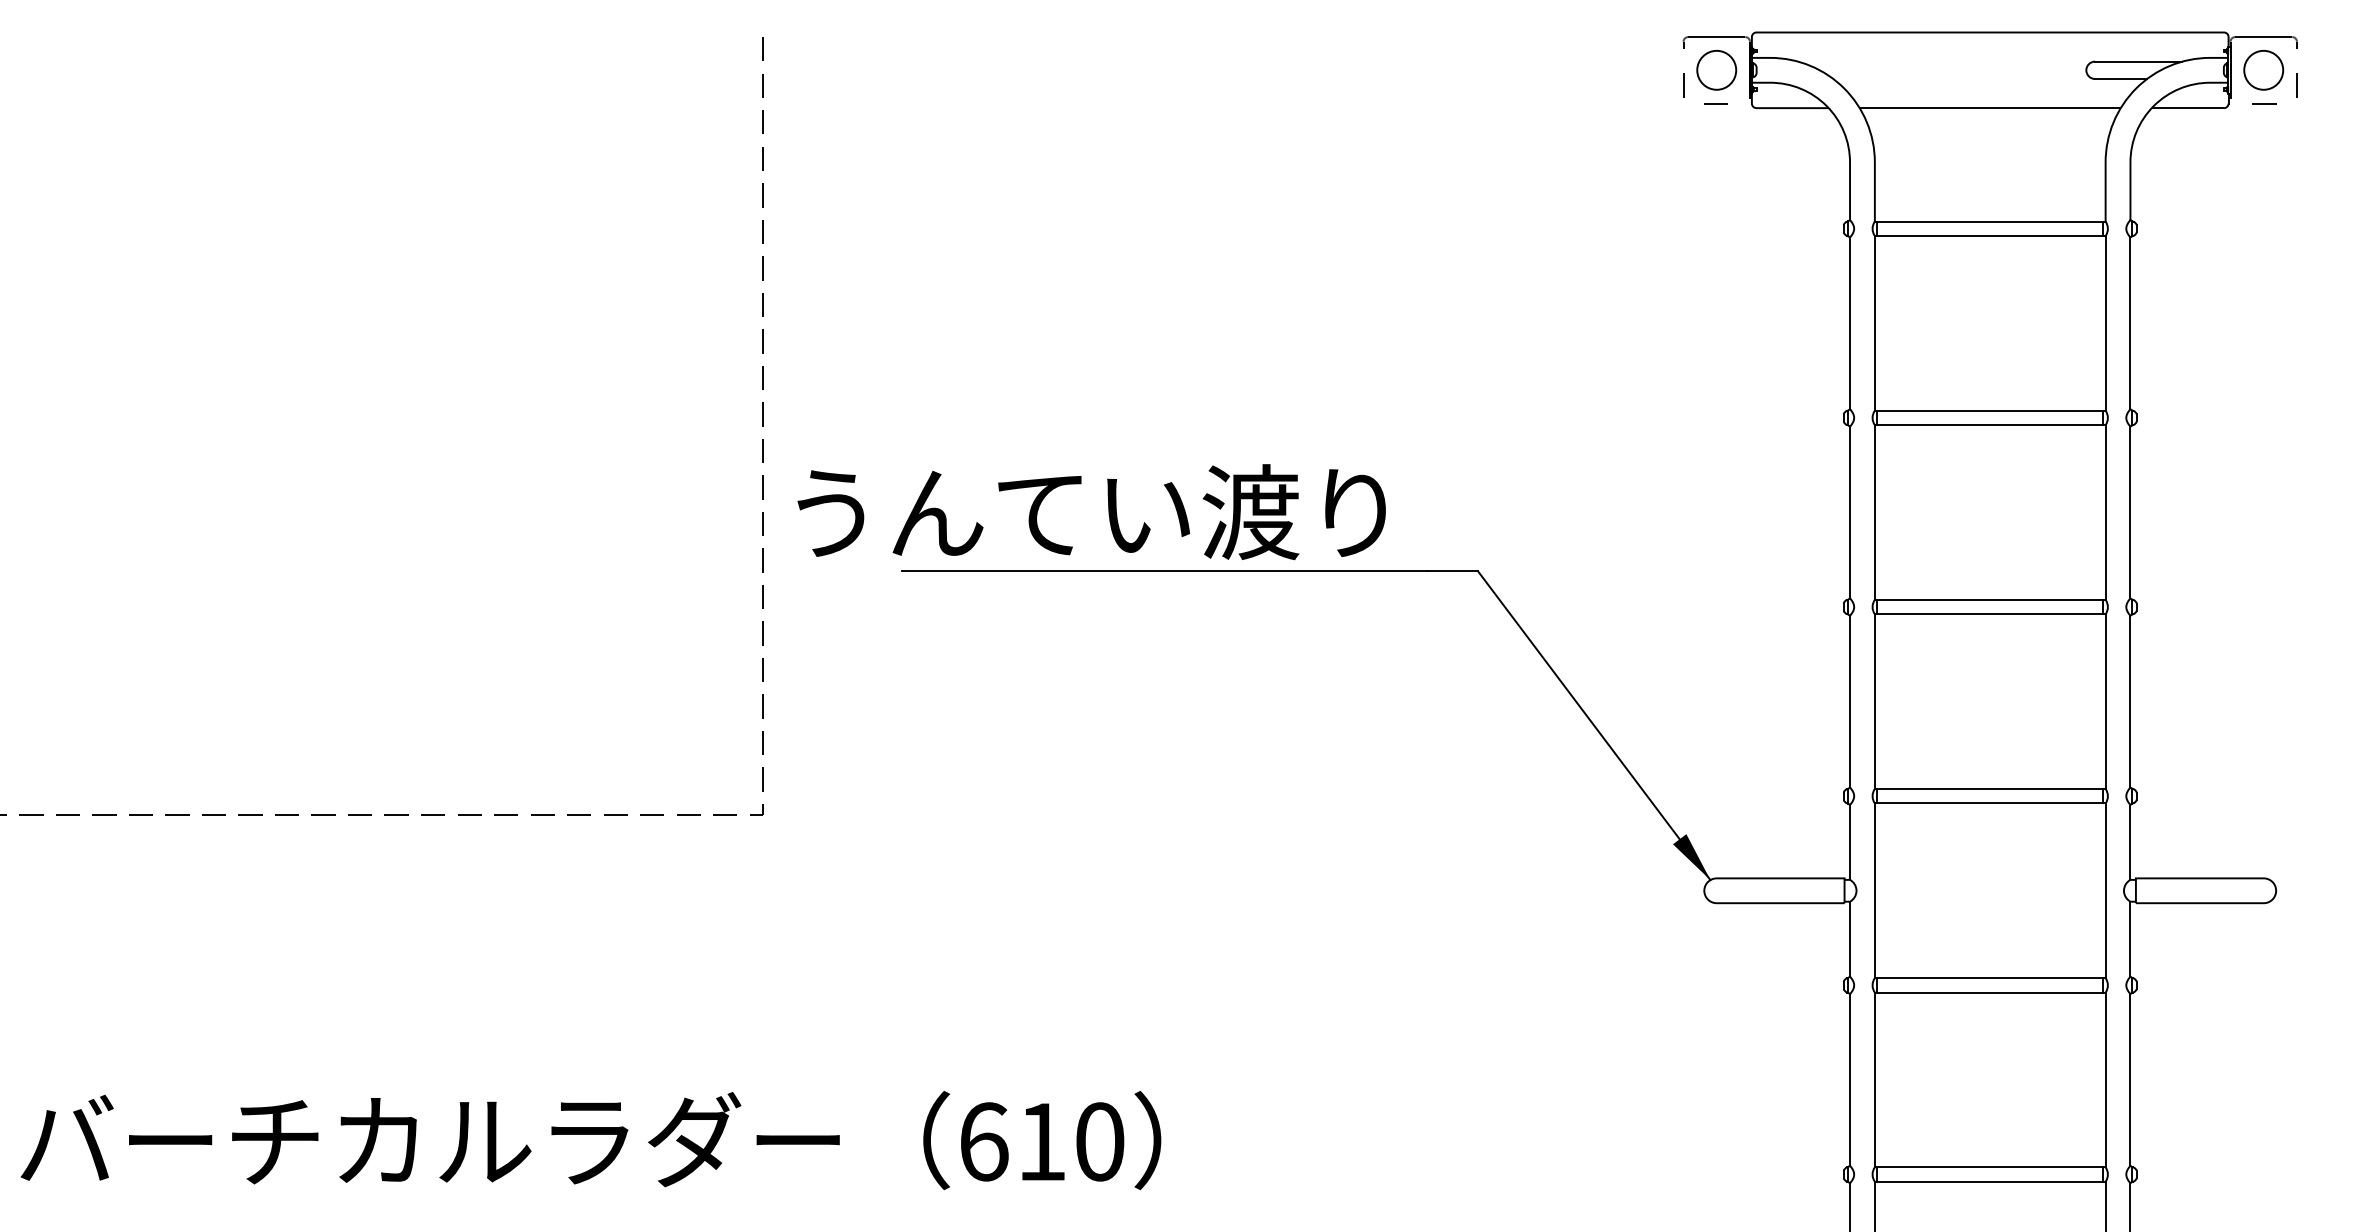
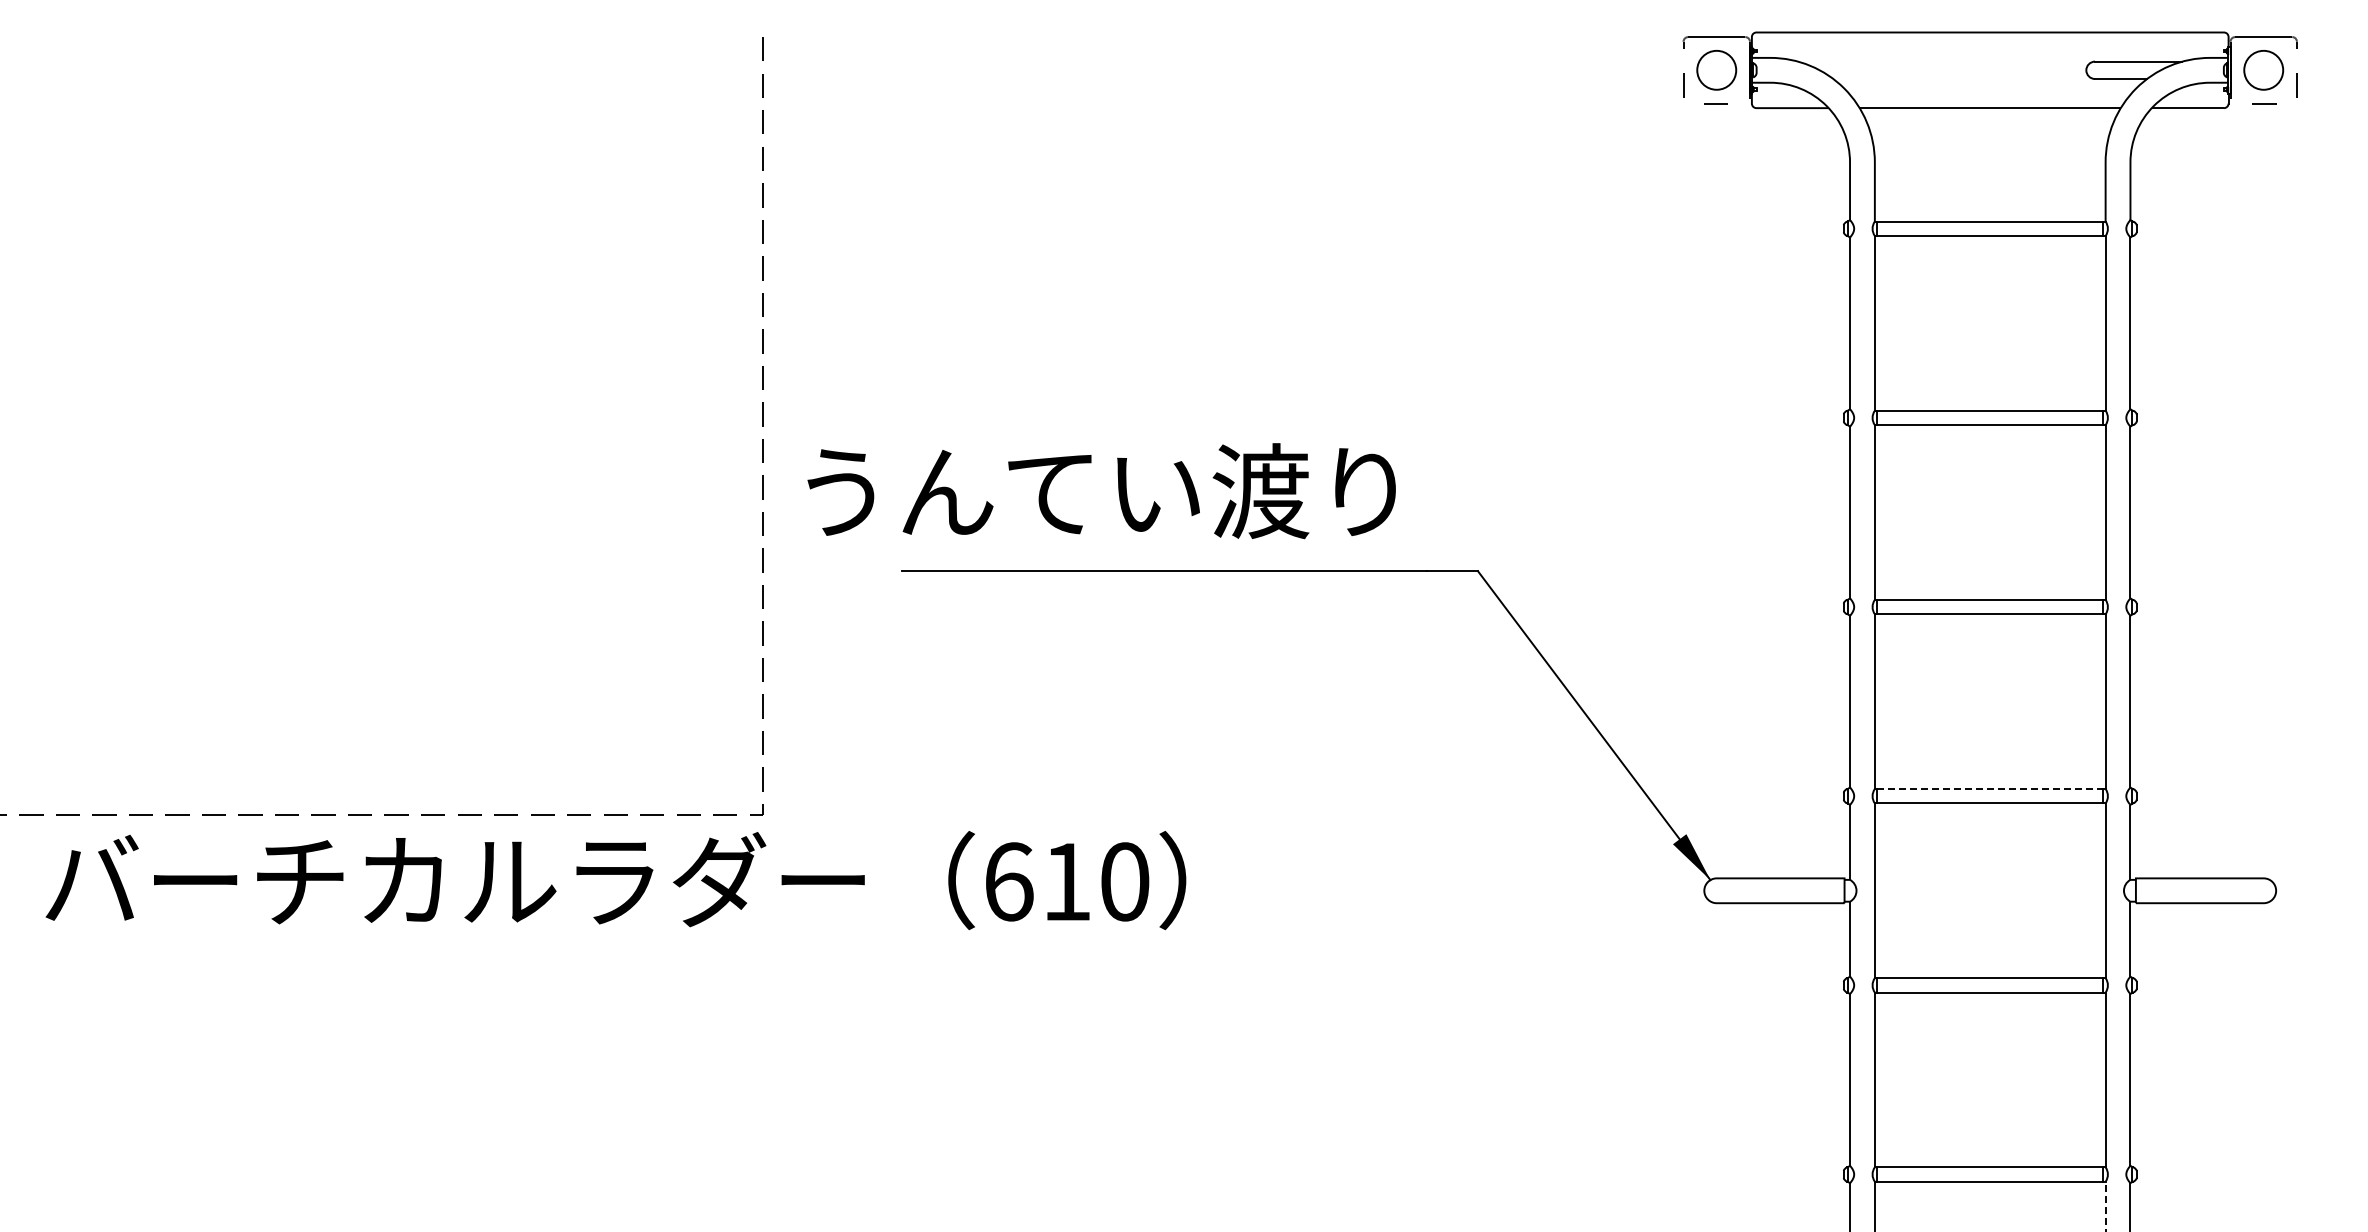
text at (1091, 512) position: (1091, 512) -> (1101, 491)
line at (1990, 789): solid -> dashed
text at (590, 1140) position: (590, 1140) -> (615, 880)
line at (2105, 1206): solid -> dashed
